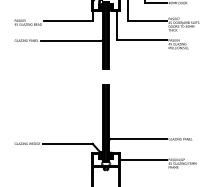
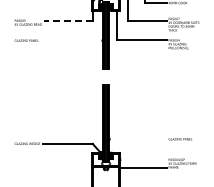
line at (67, 20): solid -> dashed
line at (71, 40): present -> none
line at (137, 139): present -> none
line at (142, 159) position: (142, 159) -> (142, 167)
